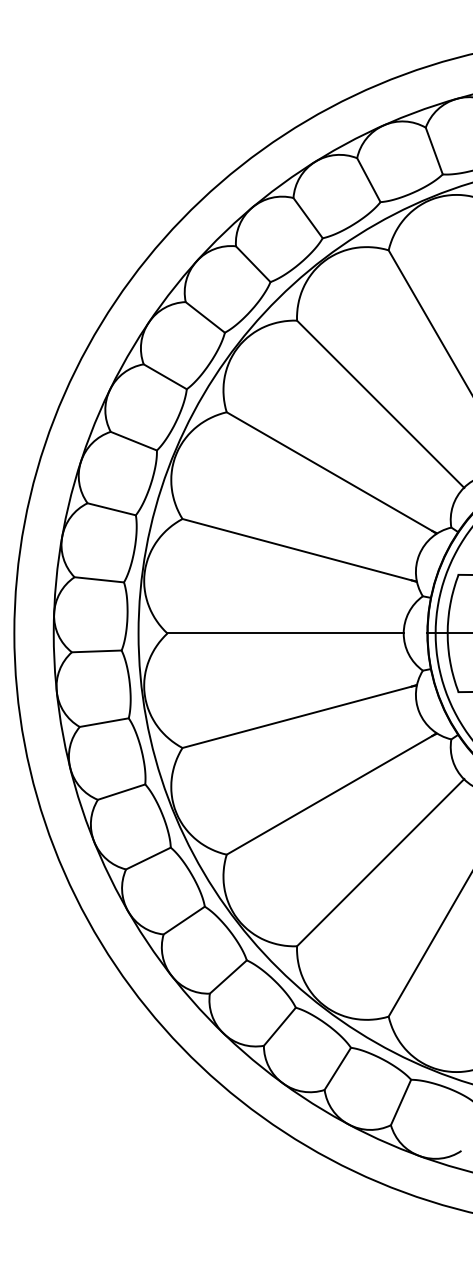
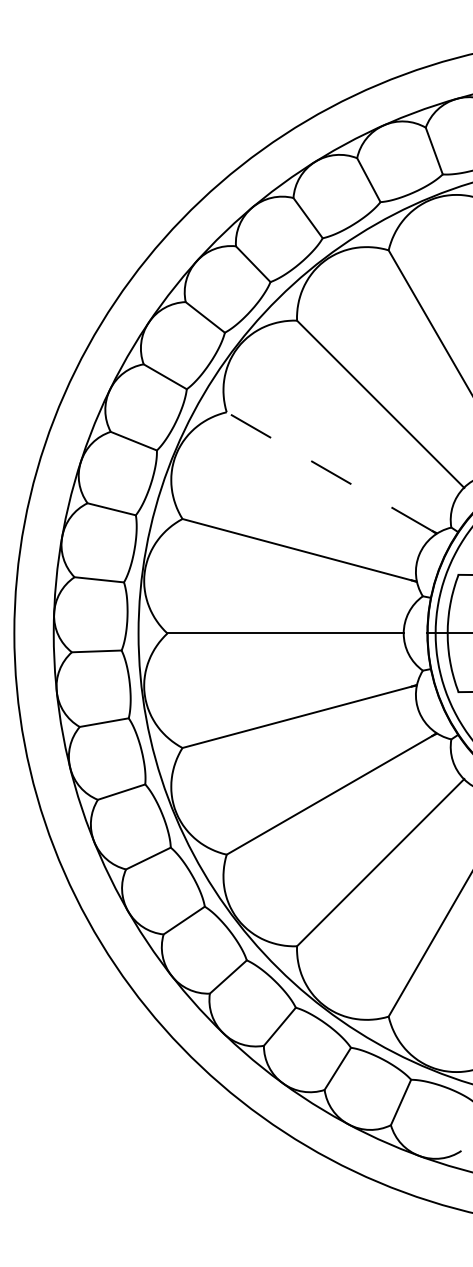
line at (328, 471): solid -> dashed
